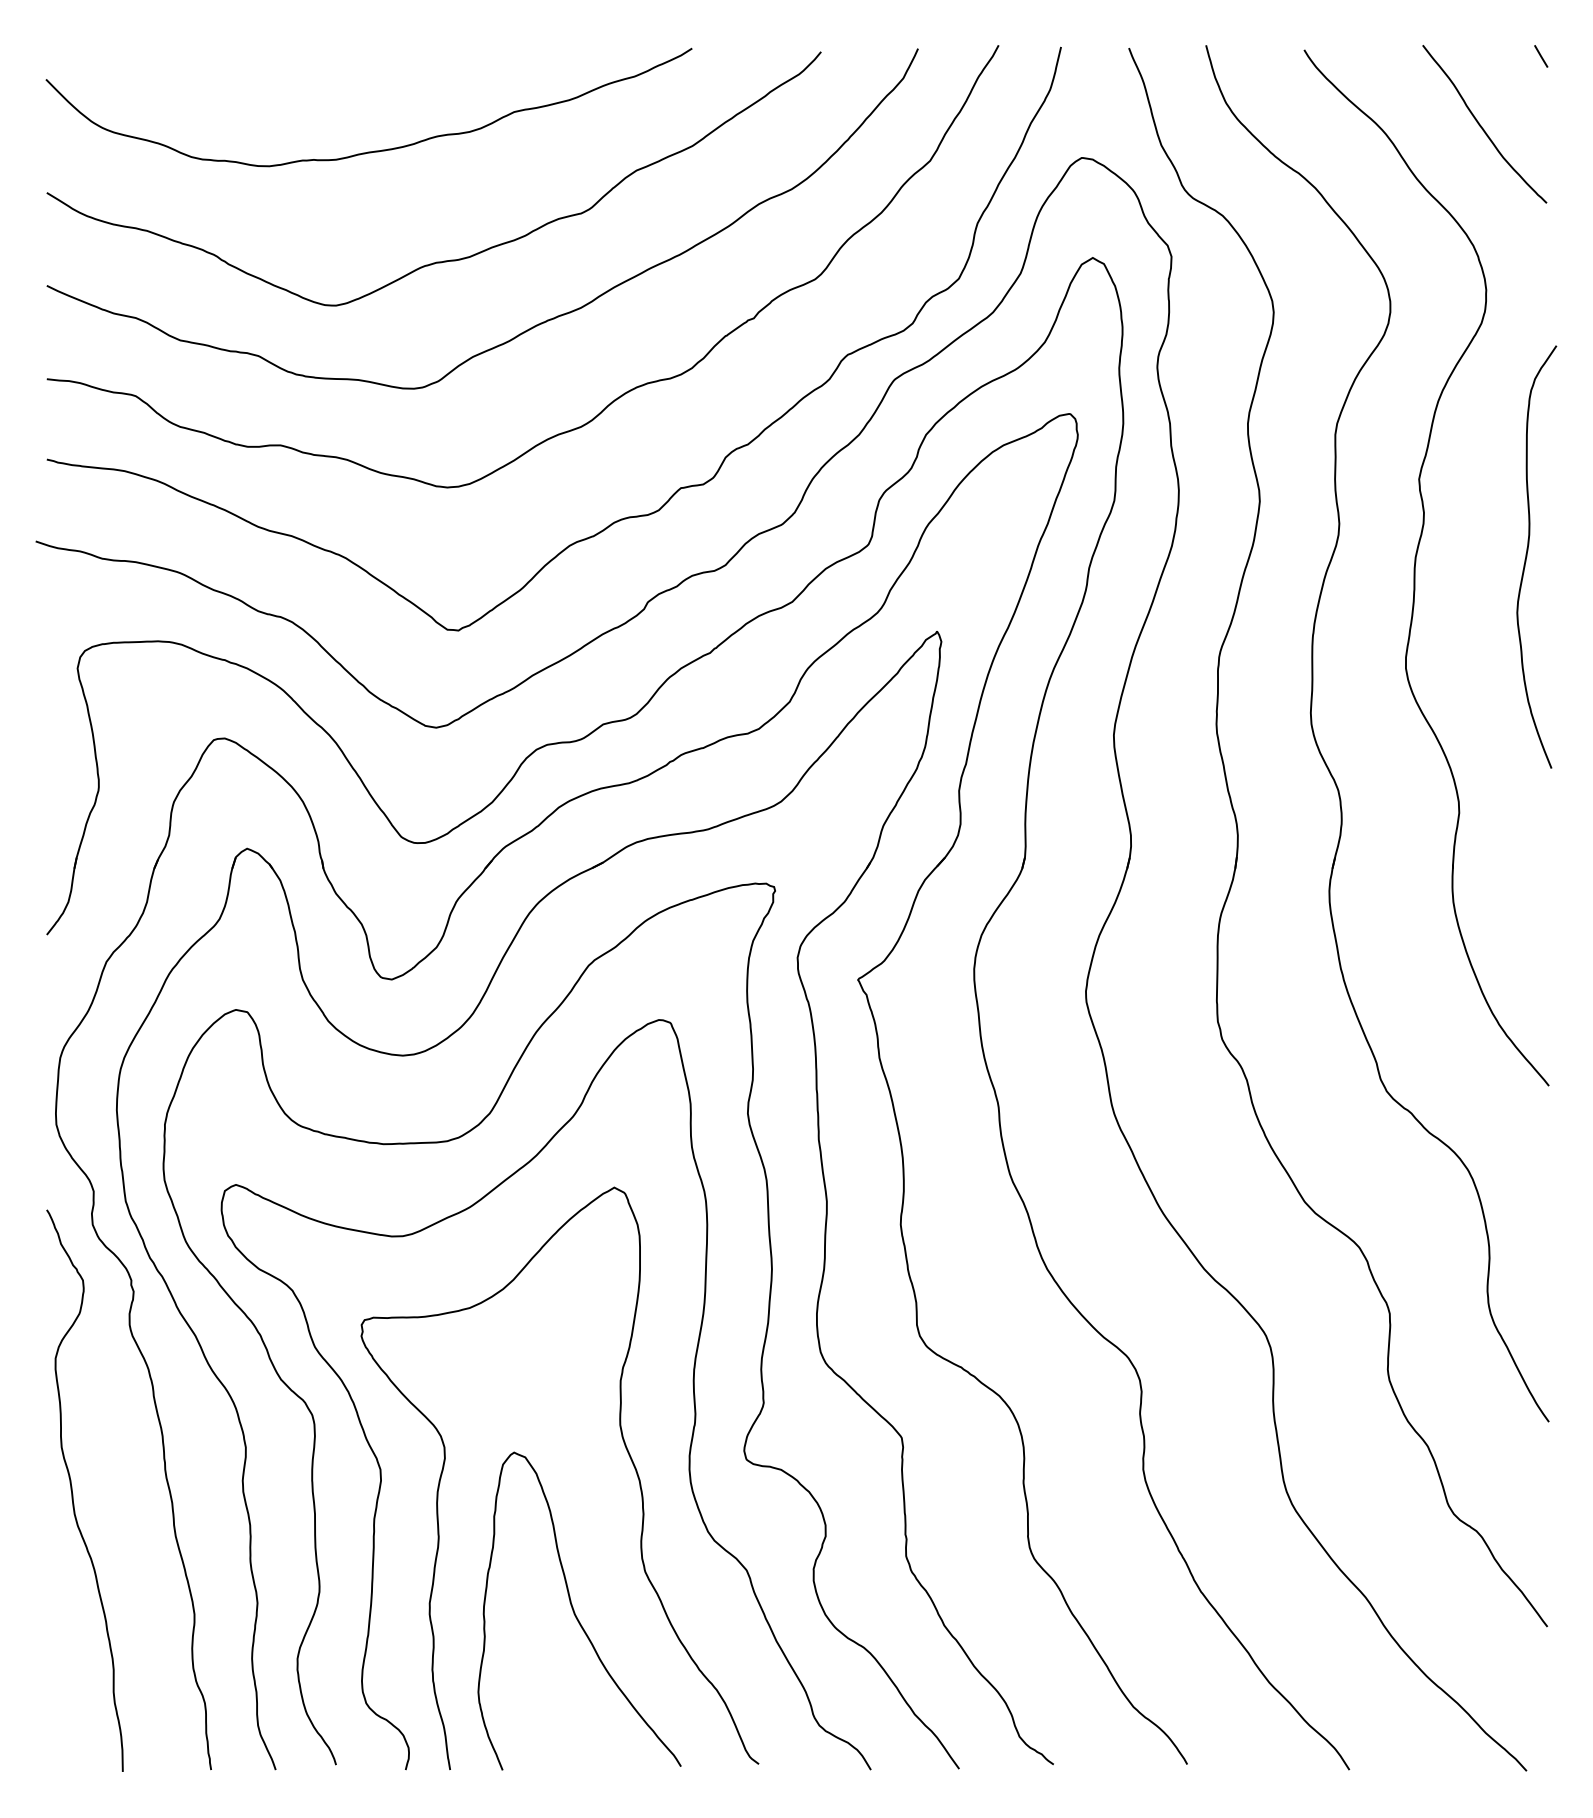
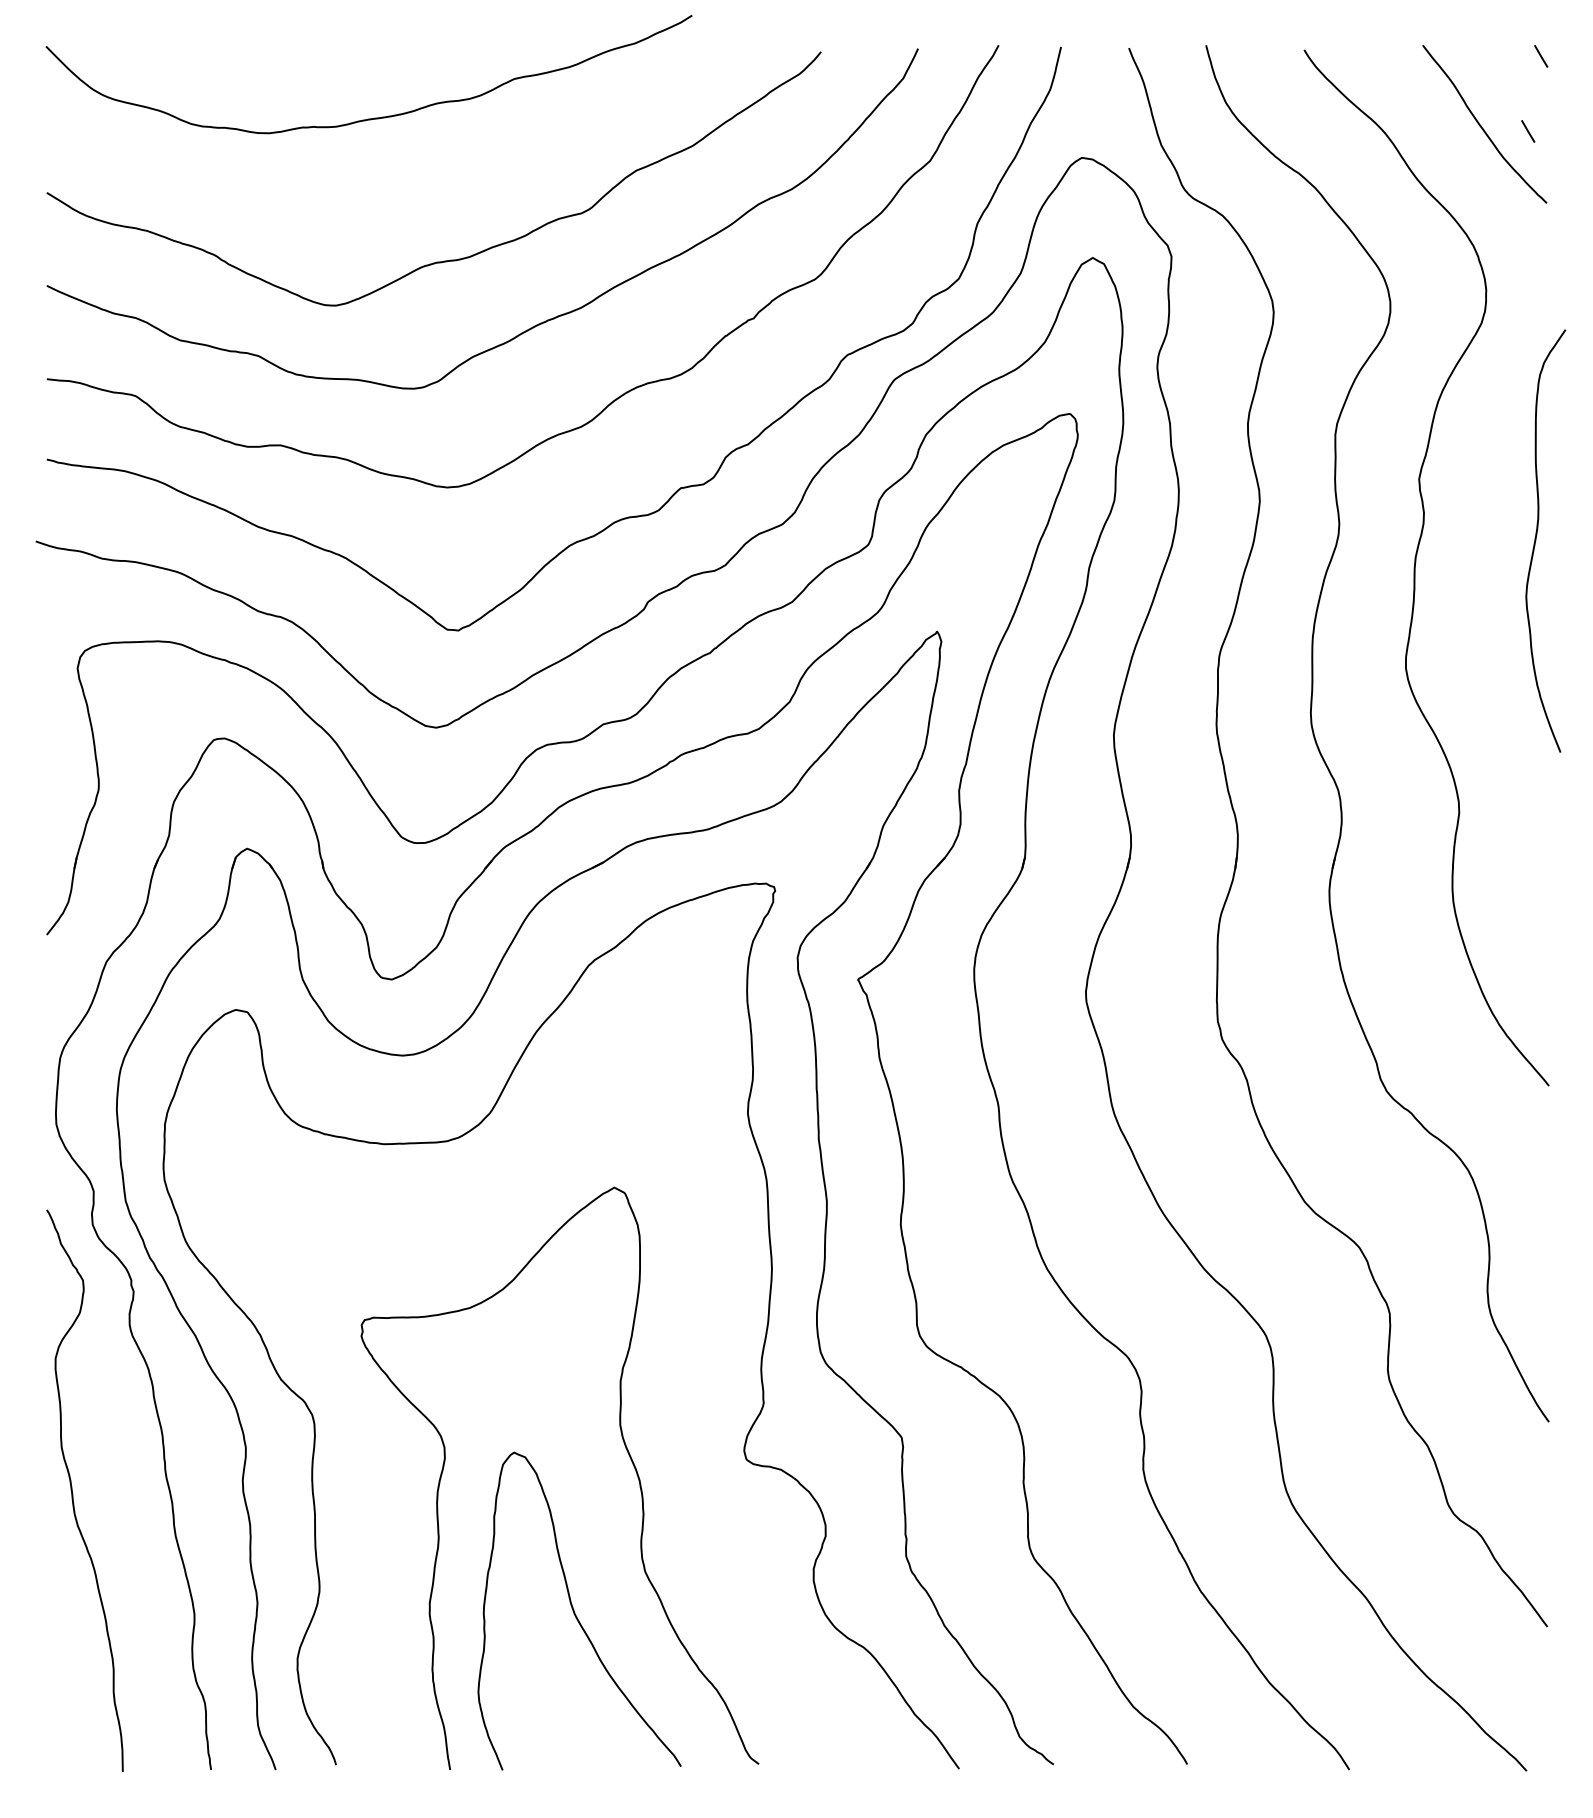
line at (1528, 131): none -> present
curve at (374, 150) position: (374, 150) -> (374, 117)
curve at (1527, 556) position: (1527, 556) -> (1536, 540)
curve at (692, 1384): present -> none
